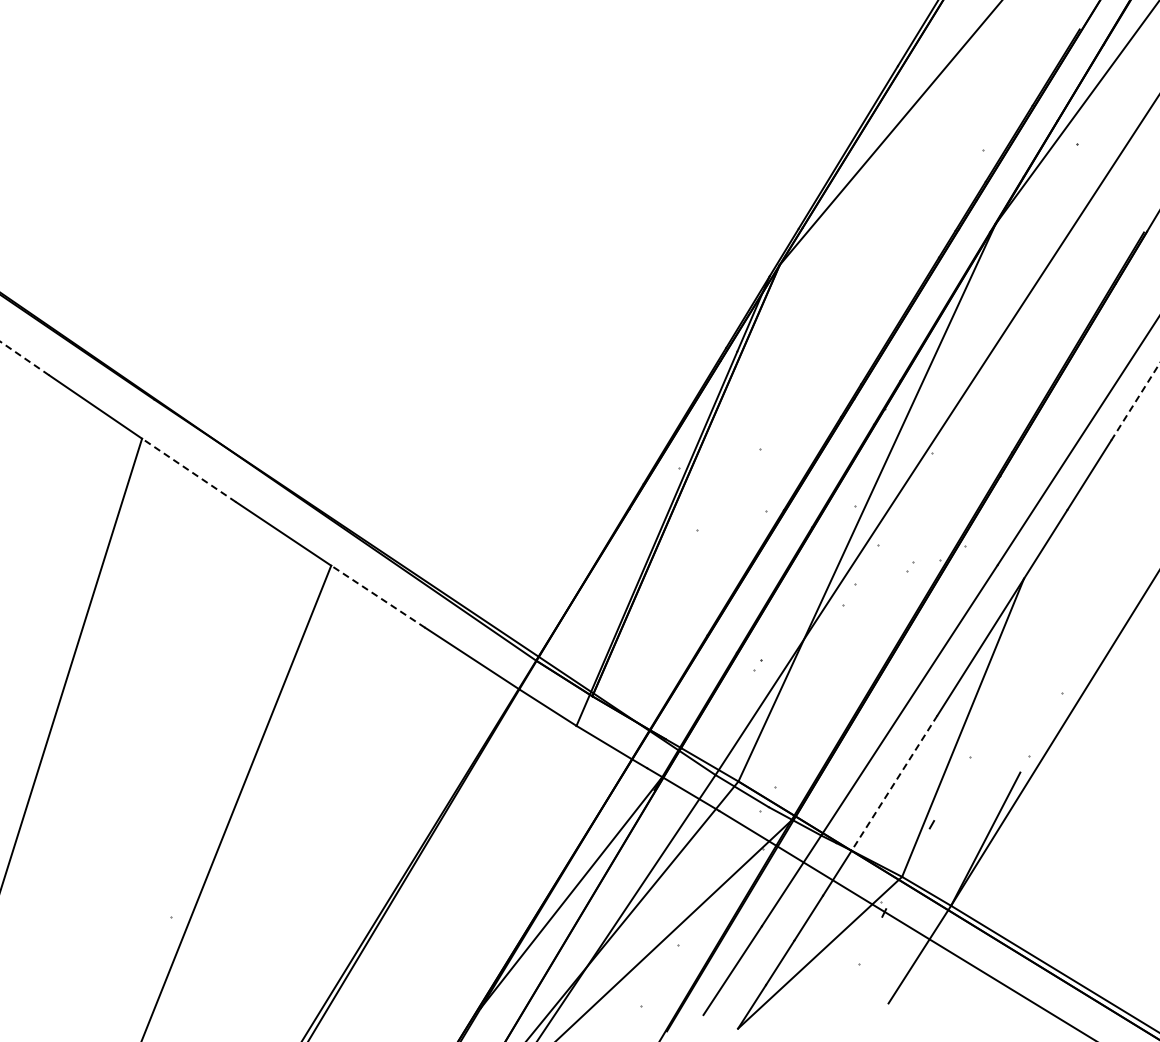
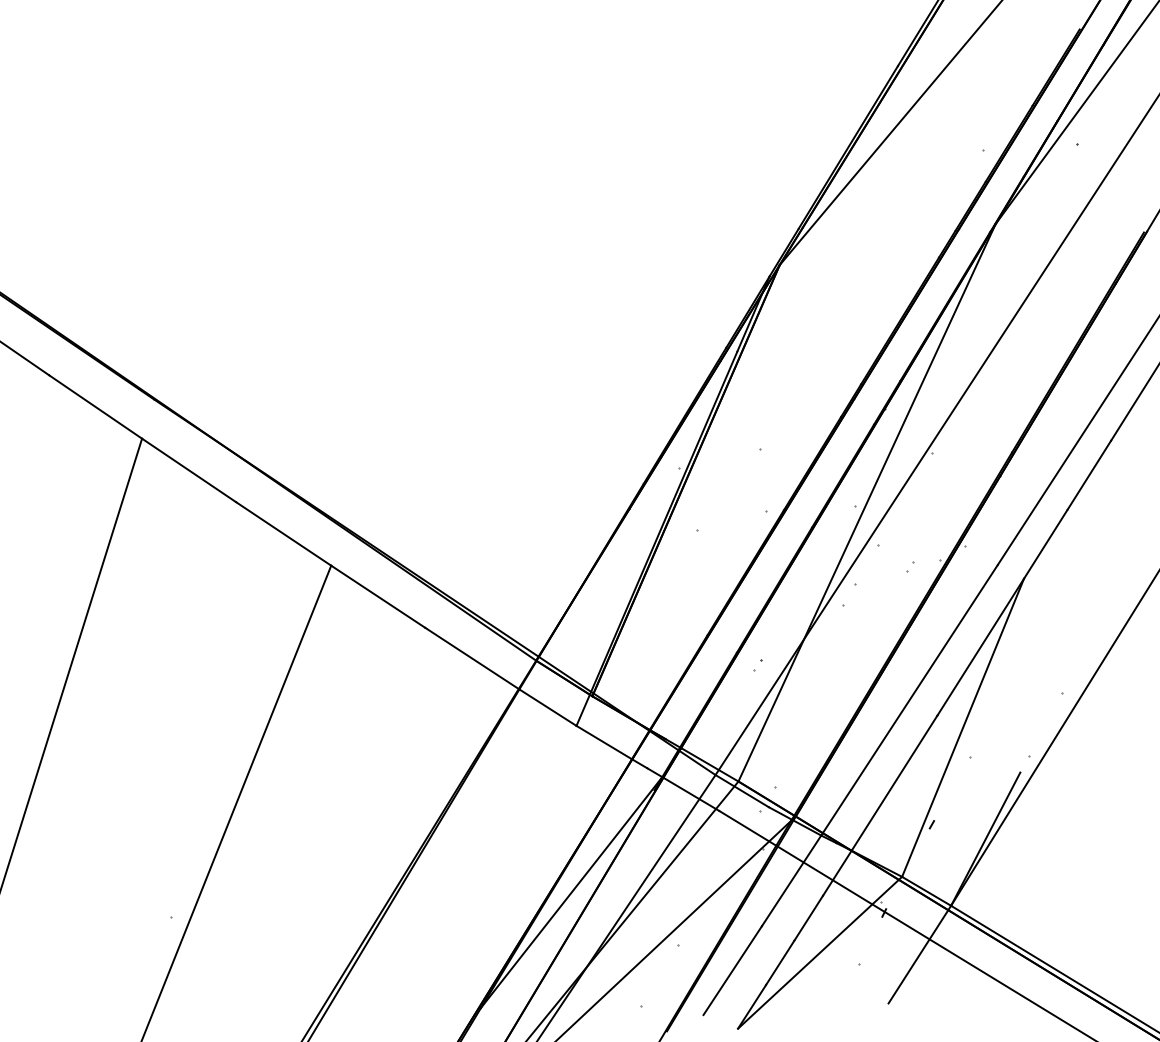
line at (24, 358): dashed -> solid
line at (1135, 401): dashed -> solid
line at (189, 470): dashed -> solid
line at (377, 596): dashed -> solid
line at (894, 783): dashed -> solid
